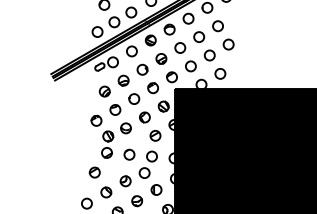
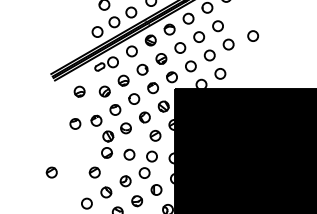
circle at (253, 35): none -> present
part at (79, 91): none -> present
part at (75, 123): none -> present
part at (51, 172): none -> present
